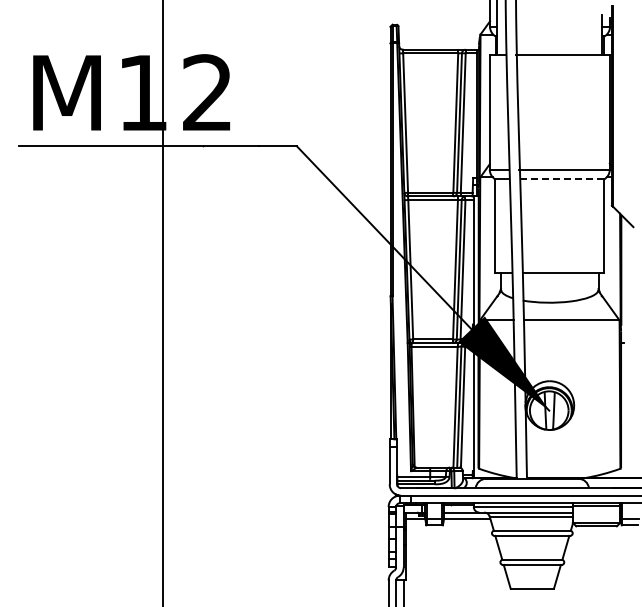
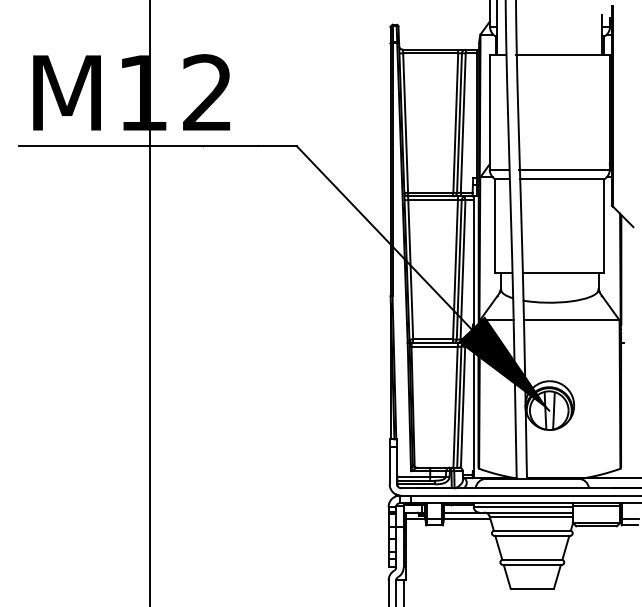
line at (562, 179): dashed -> solid
line at (162, 302) position: (162, 302) -> (149, 302)
